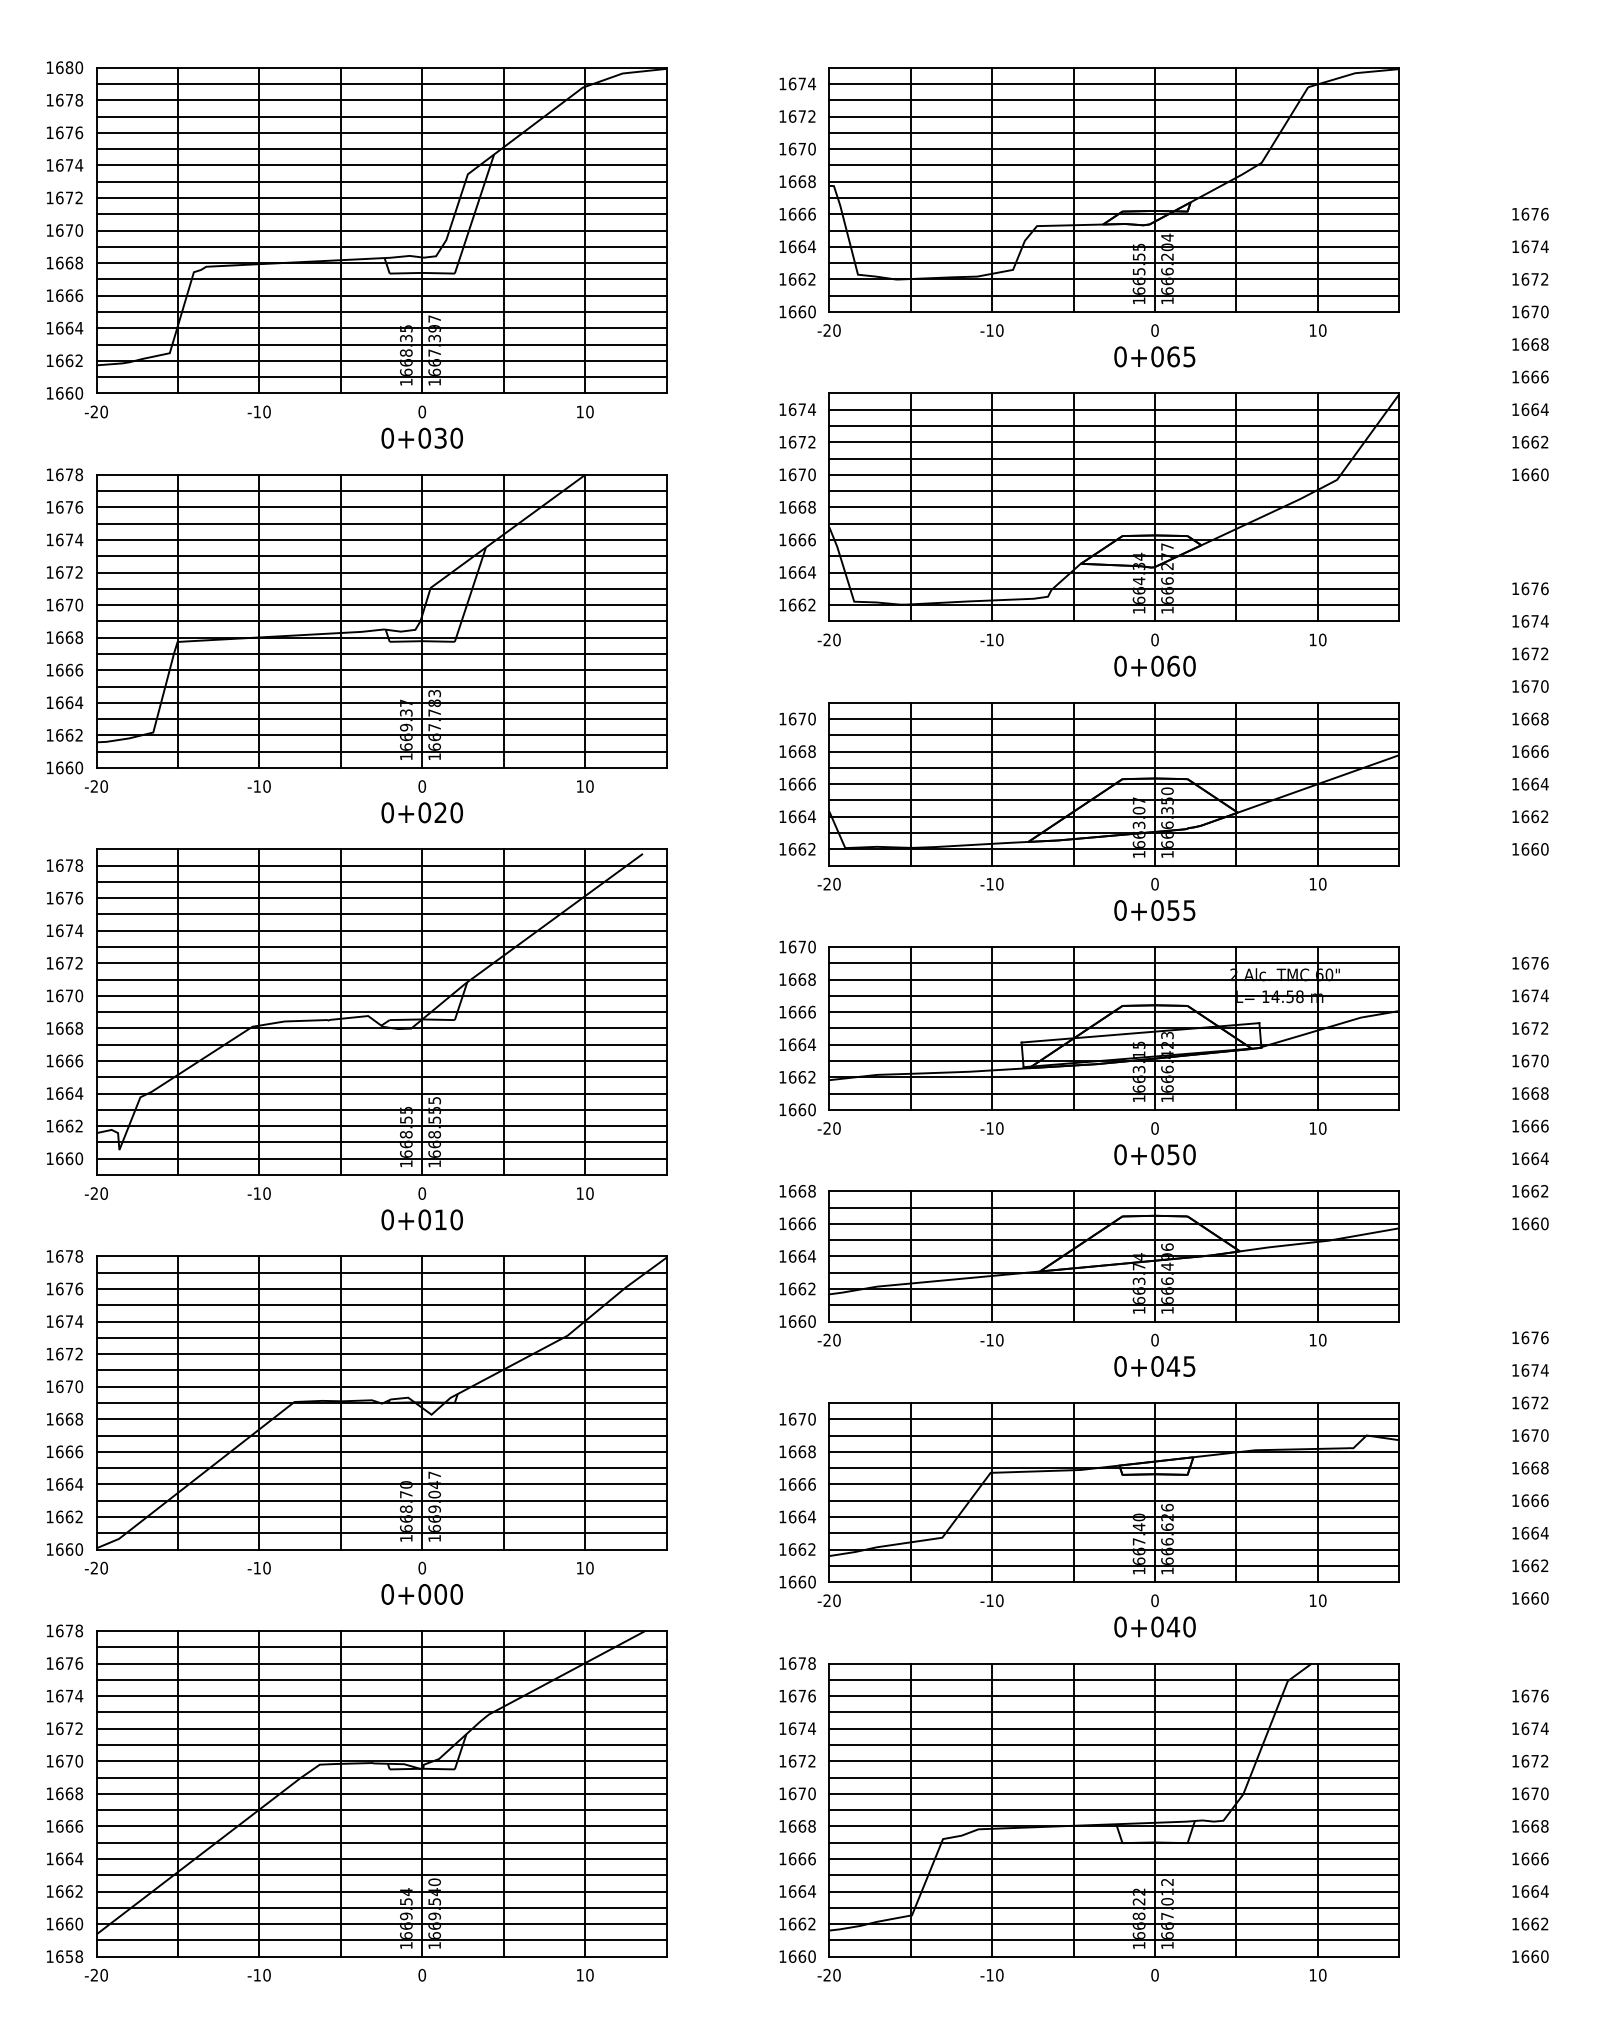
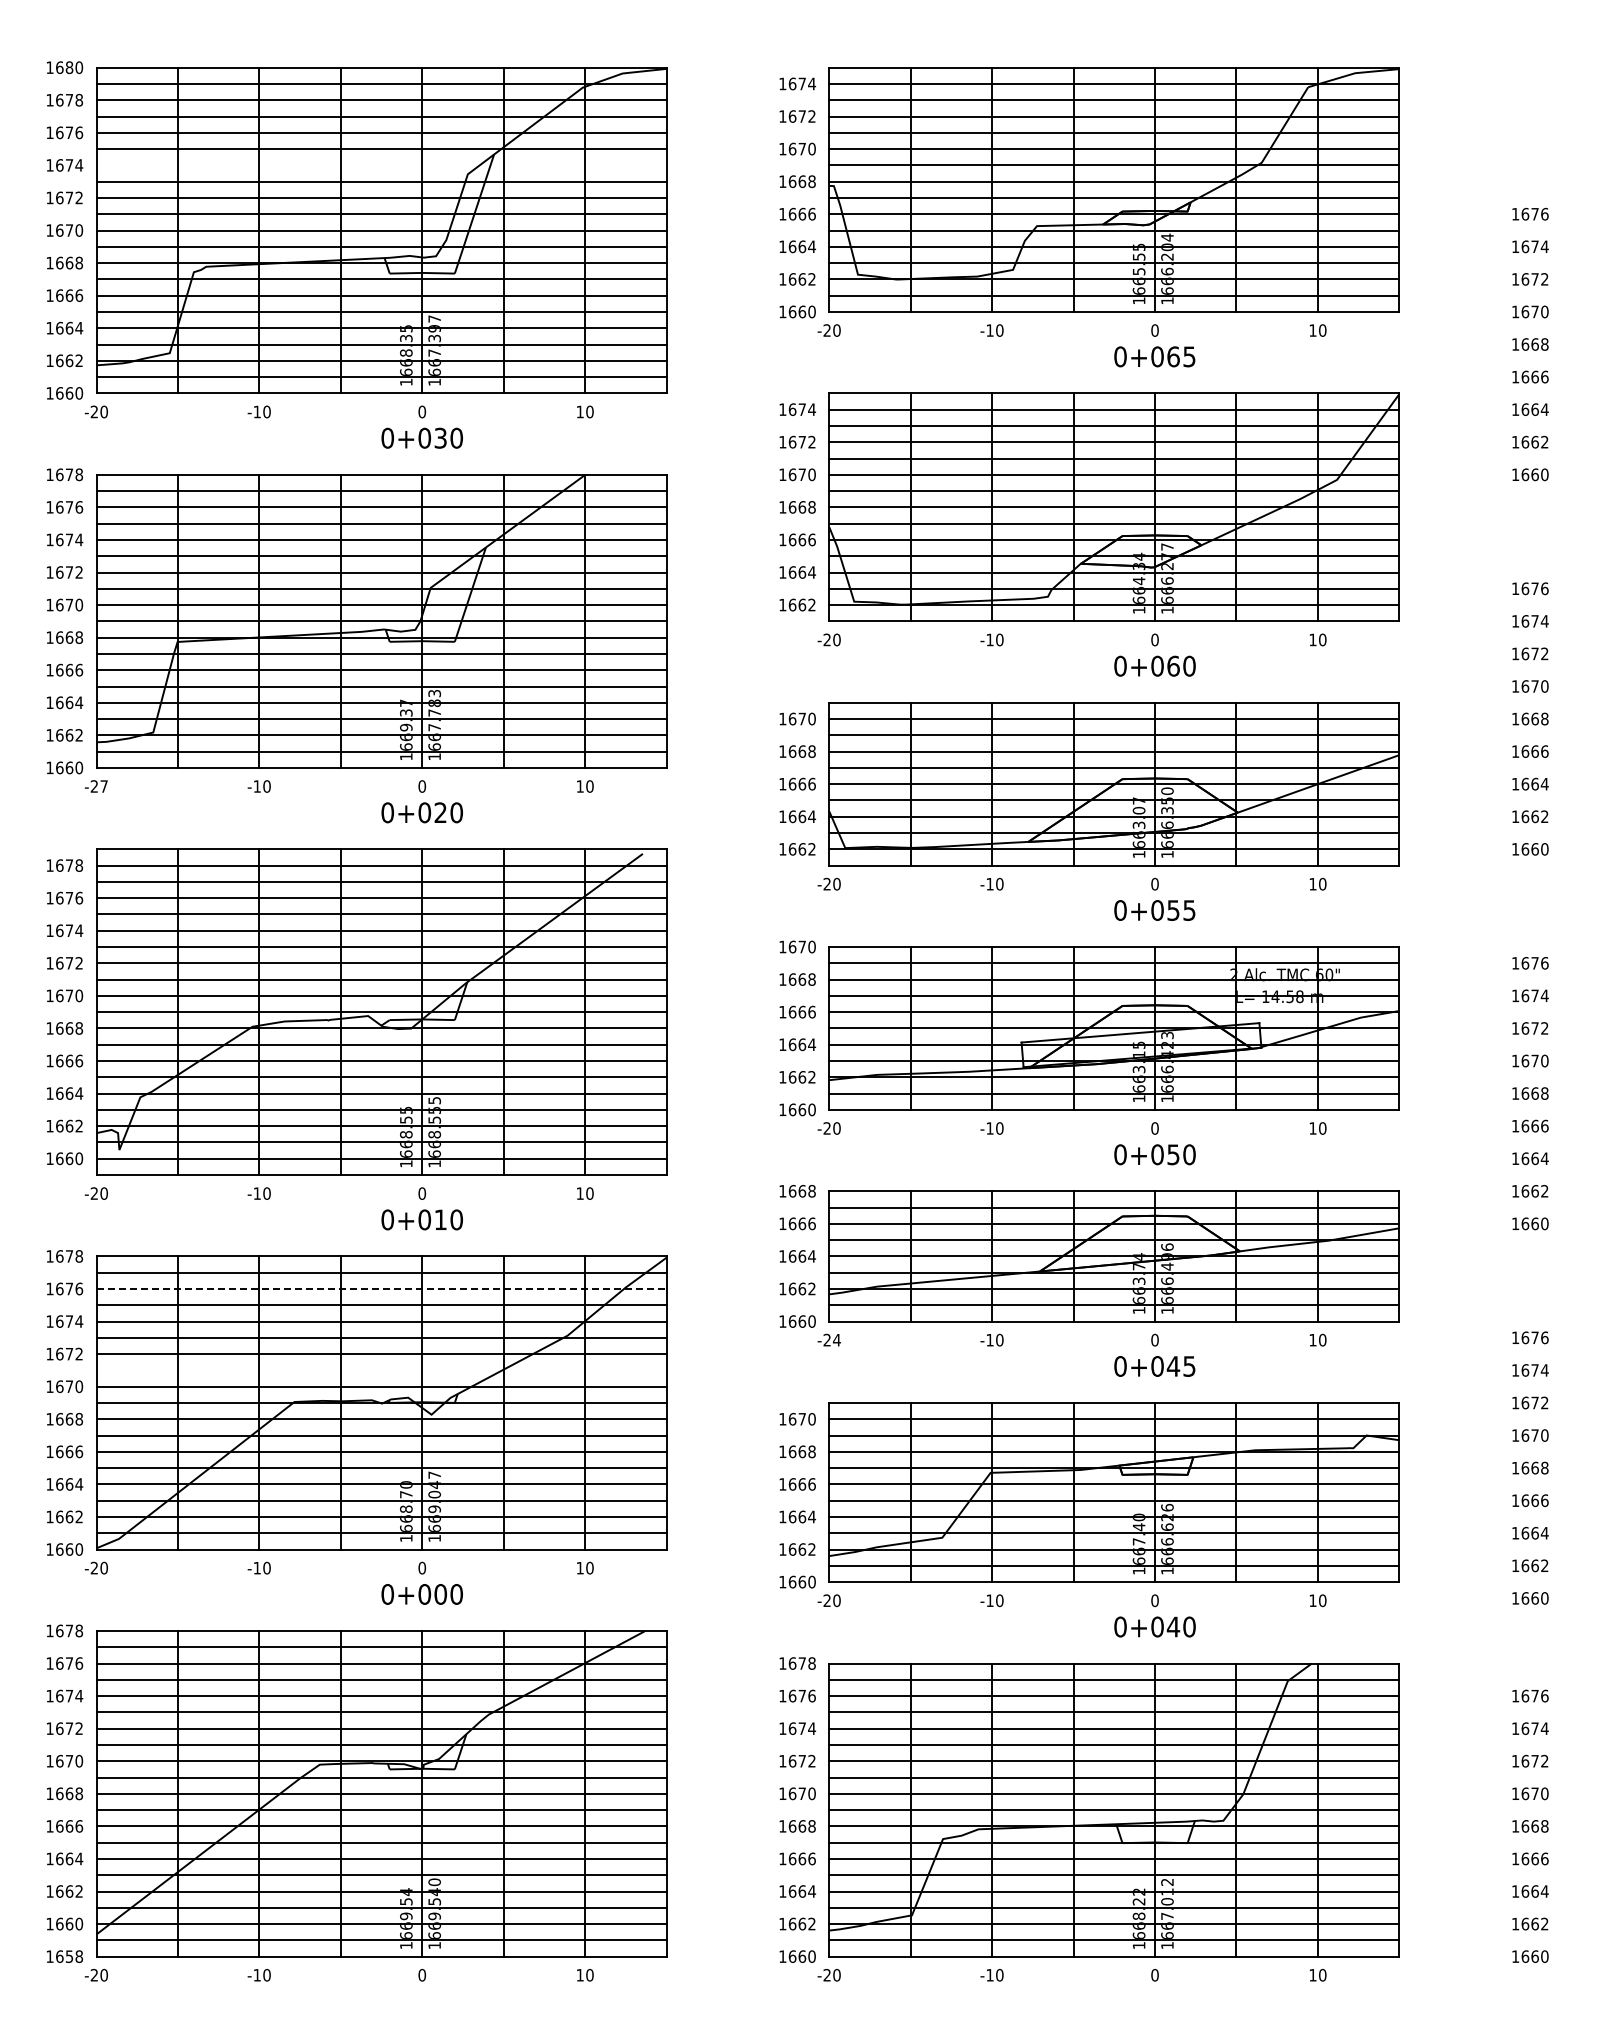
line at (381, 165): present -> none
text at (103, 786): -20 -> -27
line at (381, 1289): solid -> dashed
text at (836, 1339): -20 -> -24
line at (381, 1370): present -> none
